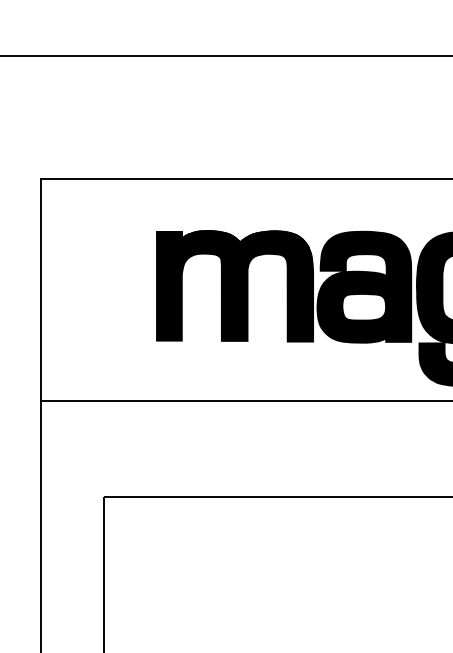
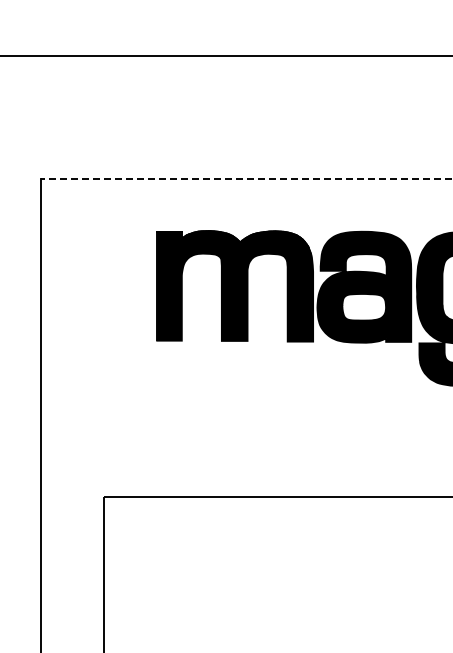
line at (246, 178): solid -> dashed
line at (245, 401): present -> none
